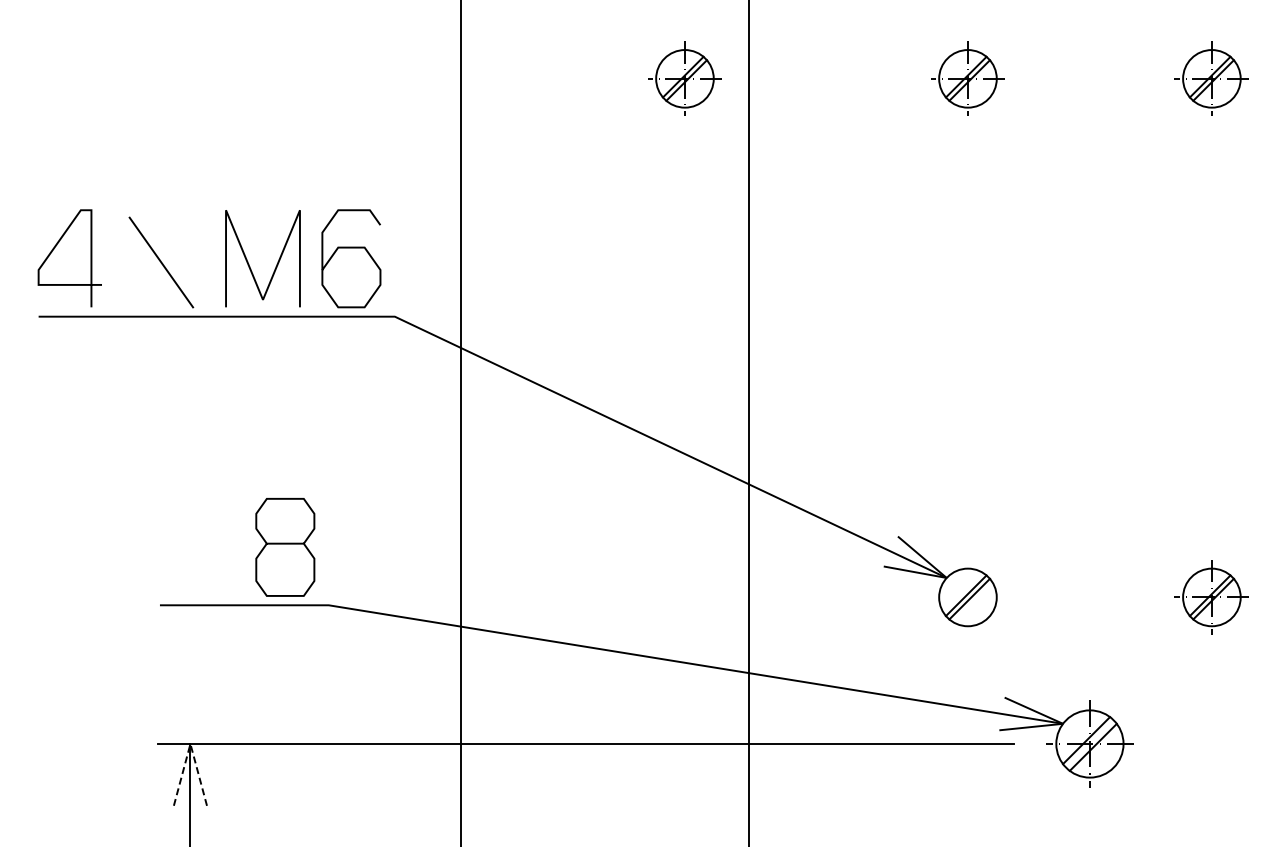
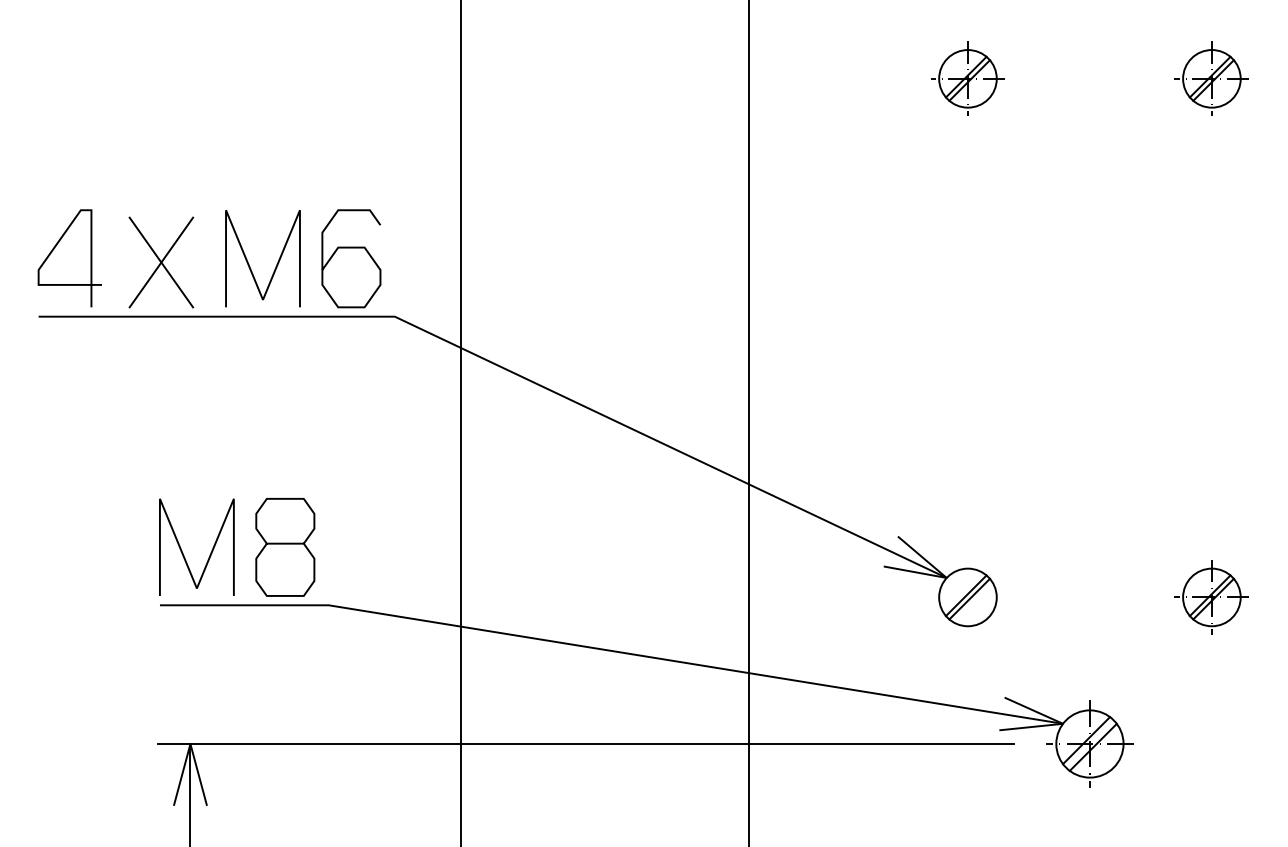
part at (684, 78): present -> none
line at (161, 262): none -> present
line at (183, 552): none -> present
line at (190, 744): dashed -> solid
